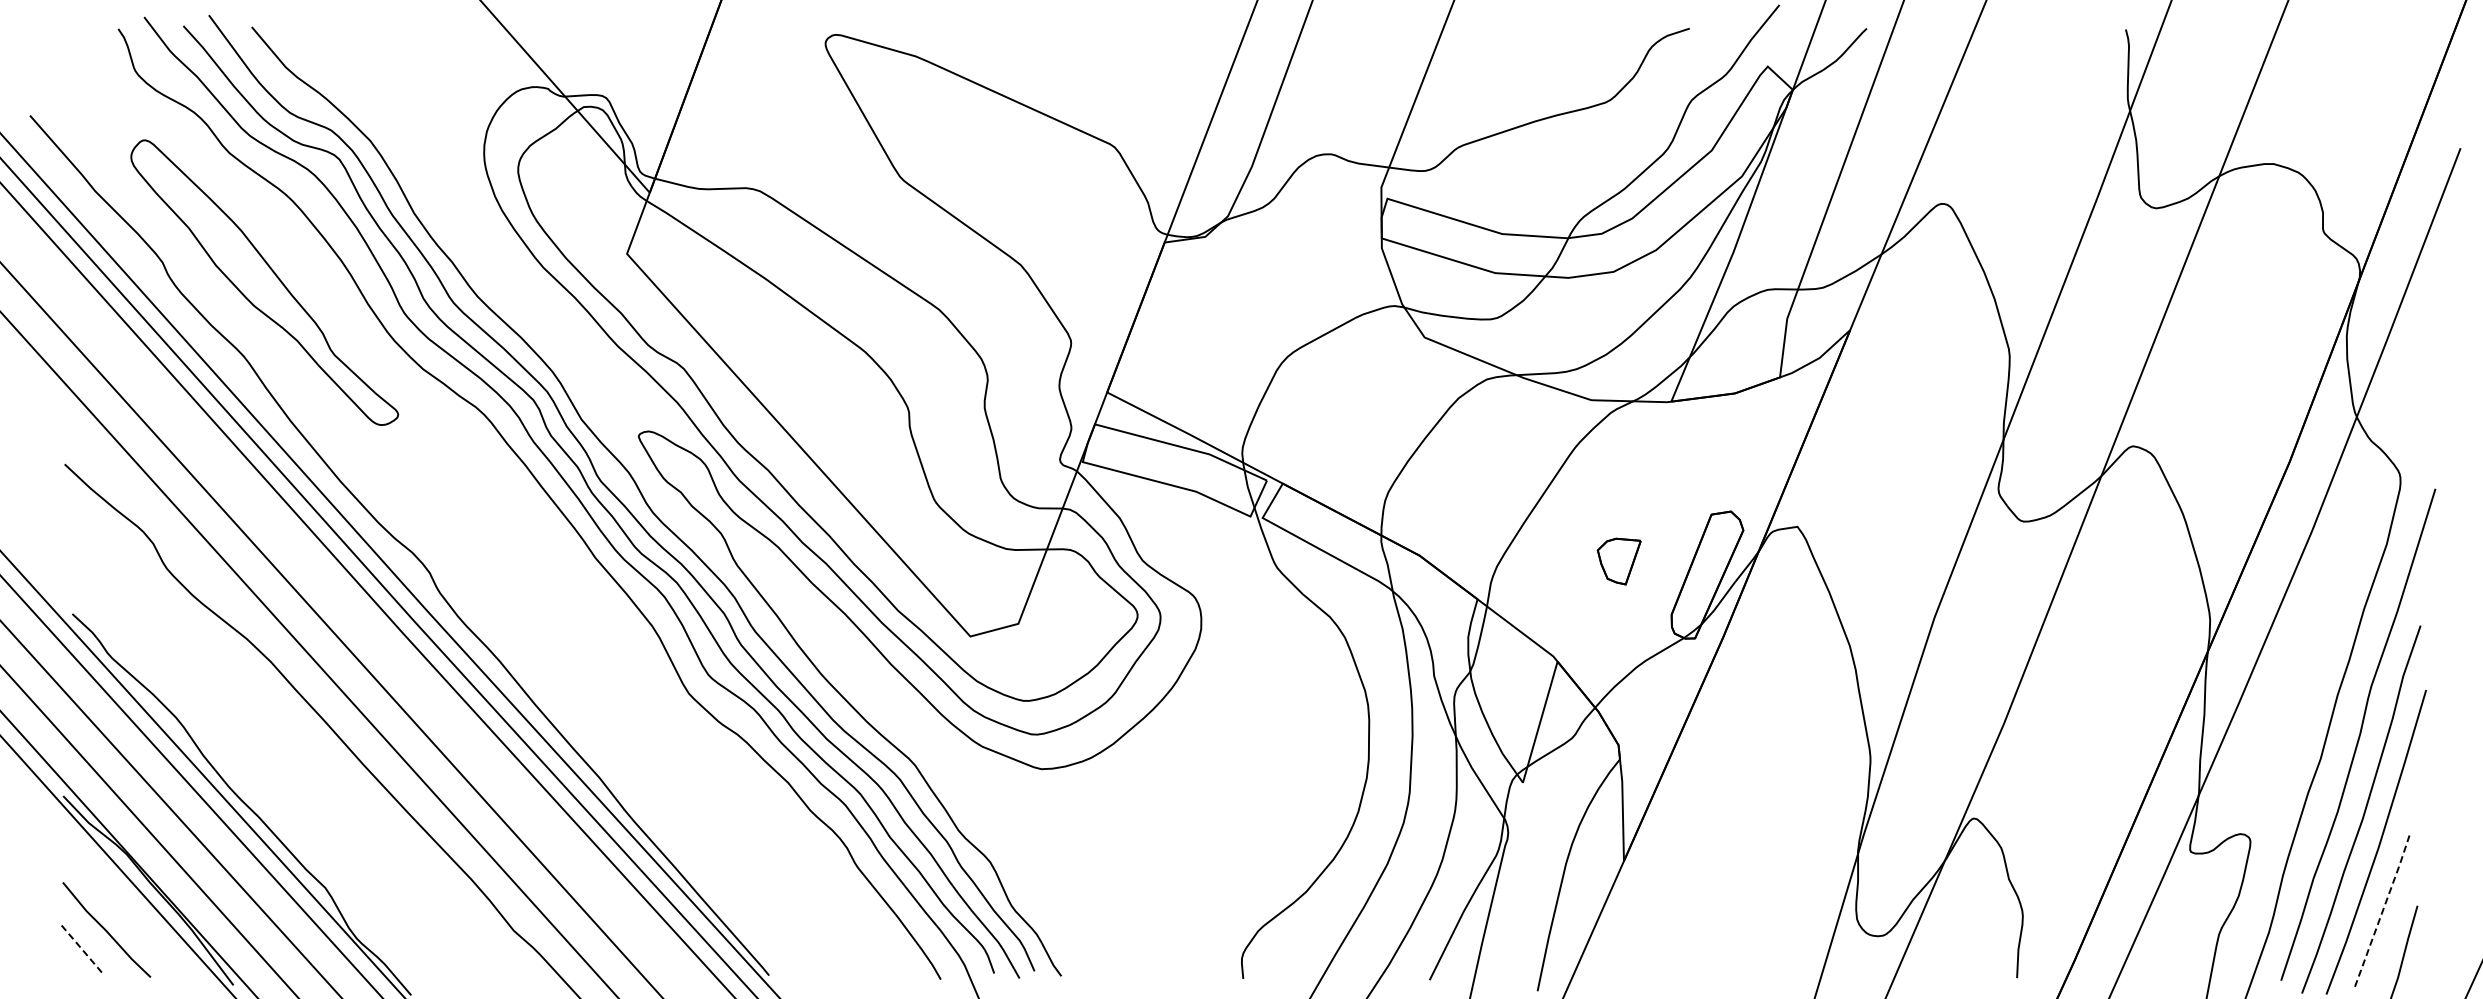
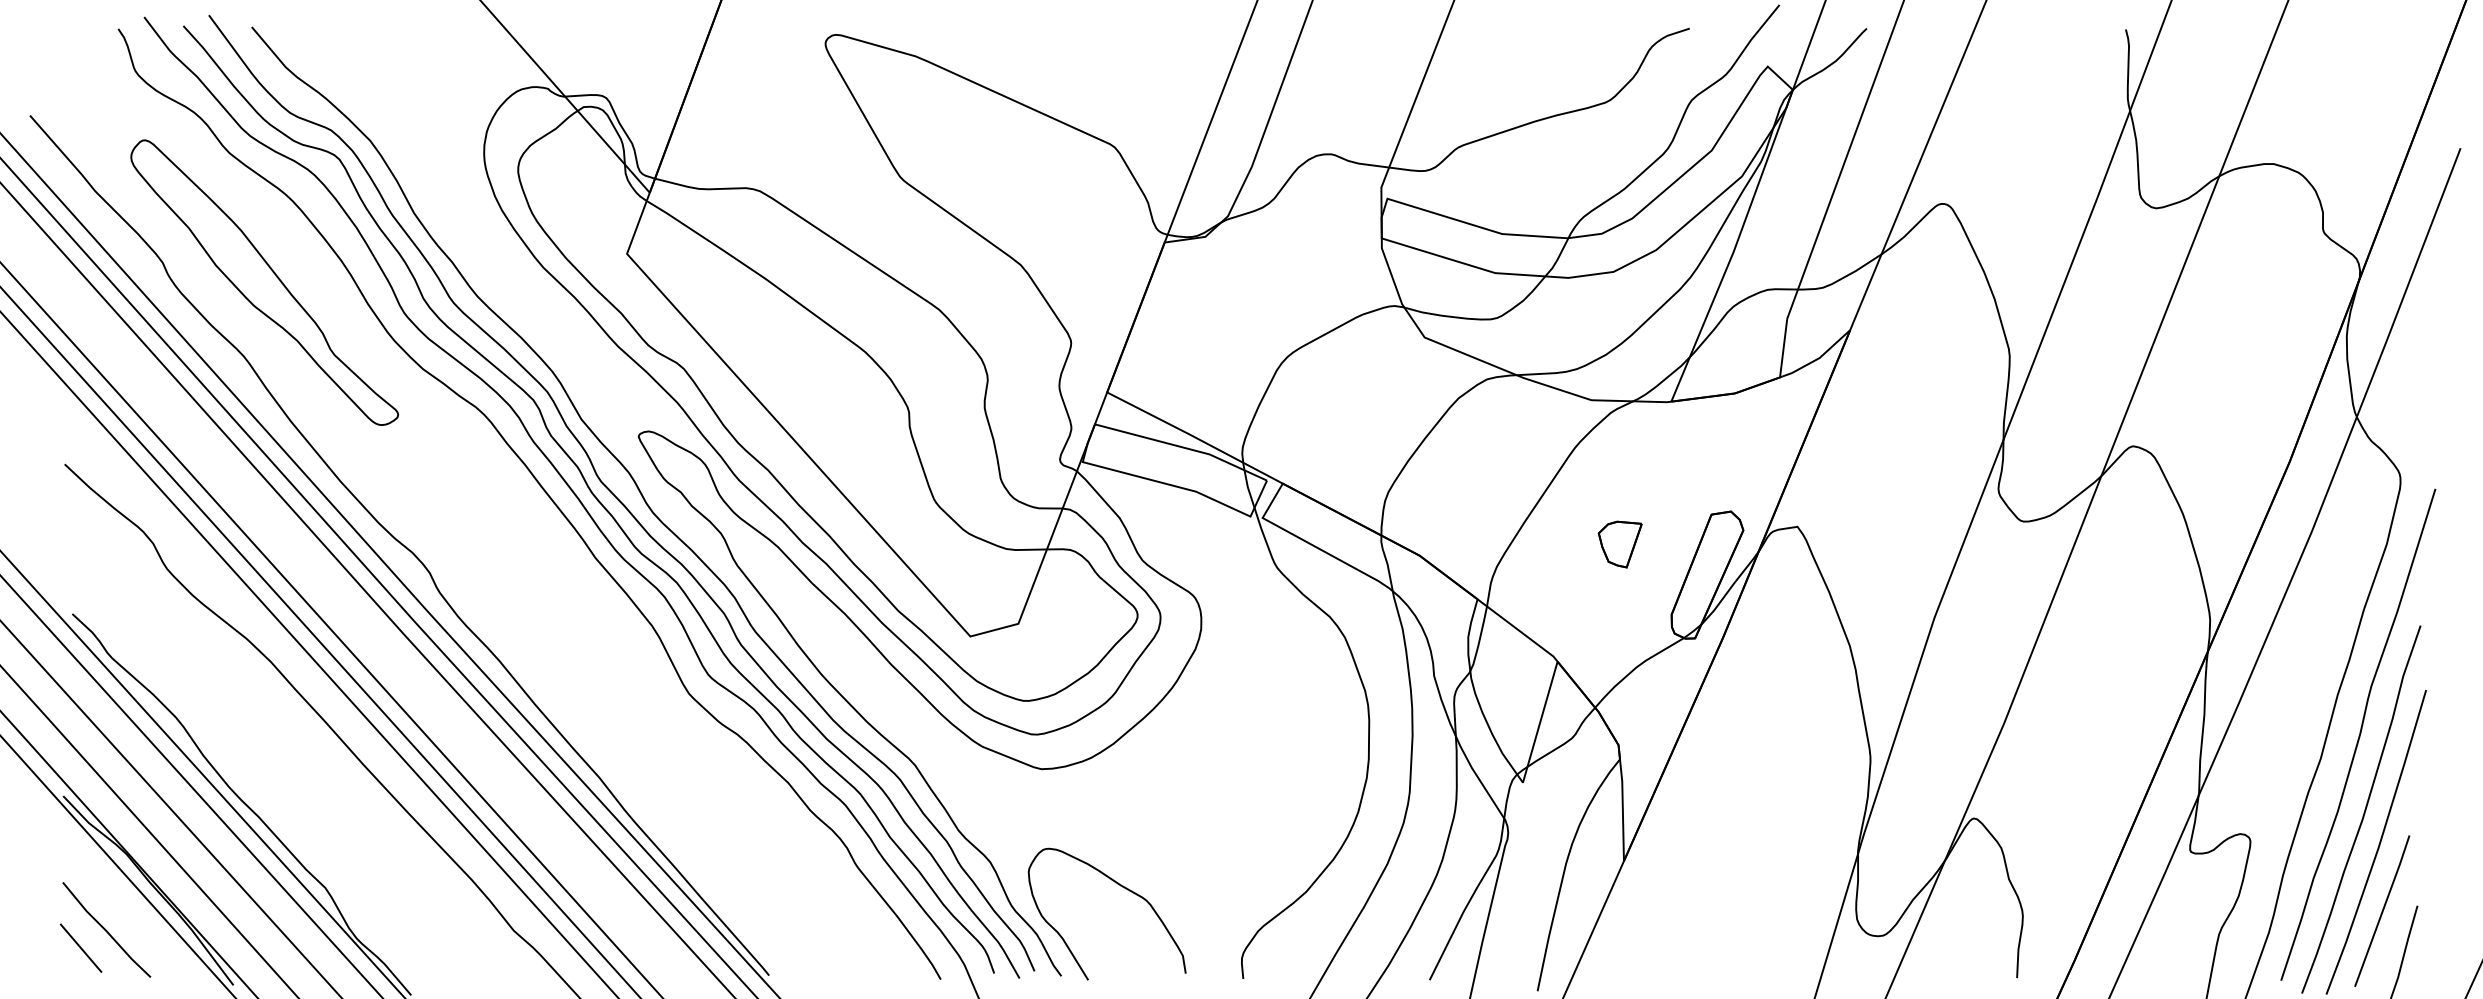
part at (1618, 561) position: (1618, 561) -> (1619, 544)
line at (320, 642): none -> present
curve at (1120, 886): none -> present
line at (2383, 910): dashed -> solid
line at (80, 947): dashed -> solid
